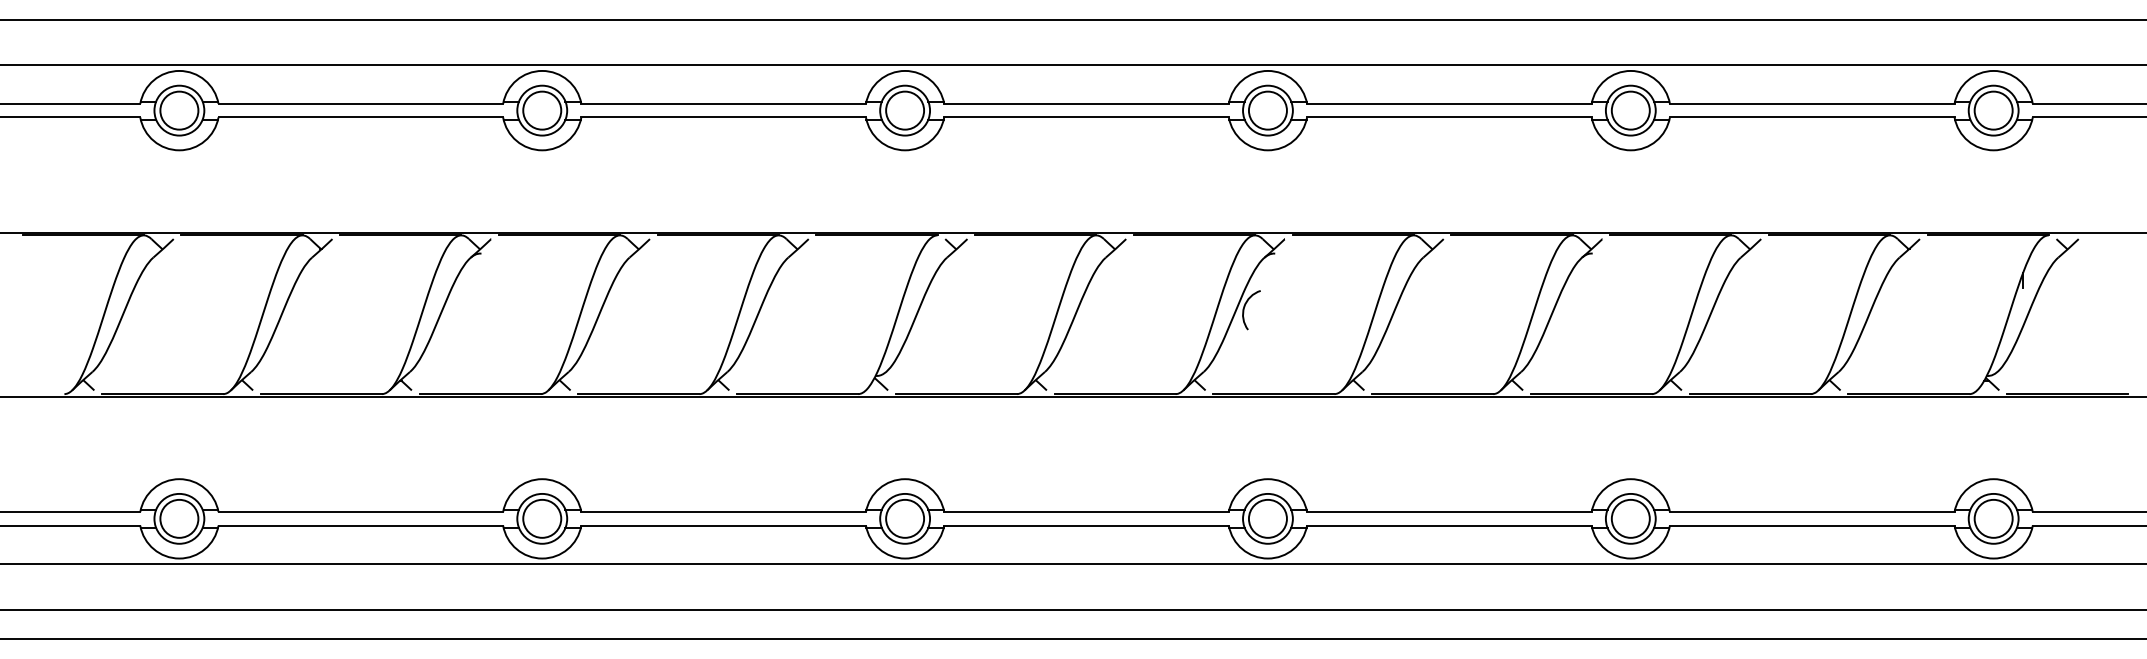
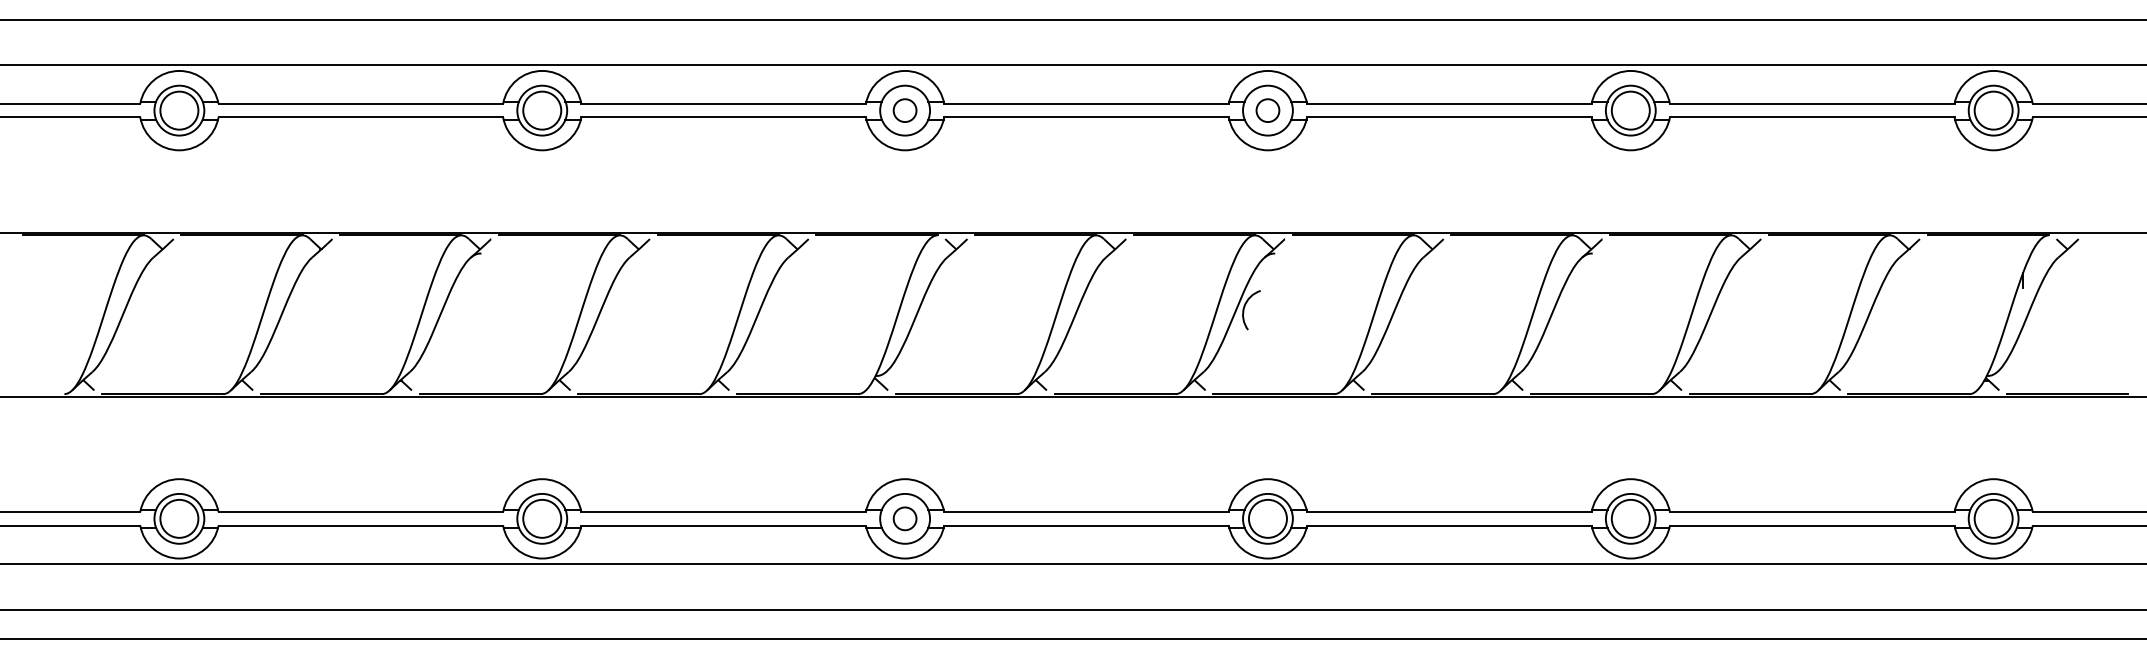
circle at (905, 110) diameter: 38 px -> 23 px
circle at (1267, 110) diameter: 38 px -> 23 px
circle at (905, 518) diameter: 38 px -> 23 px
